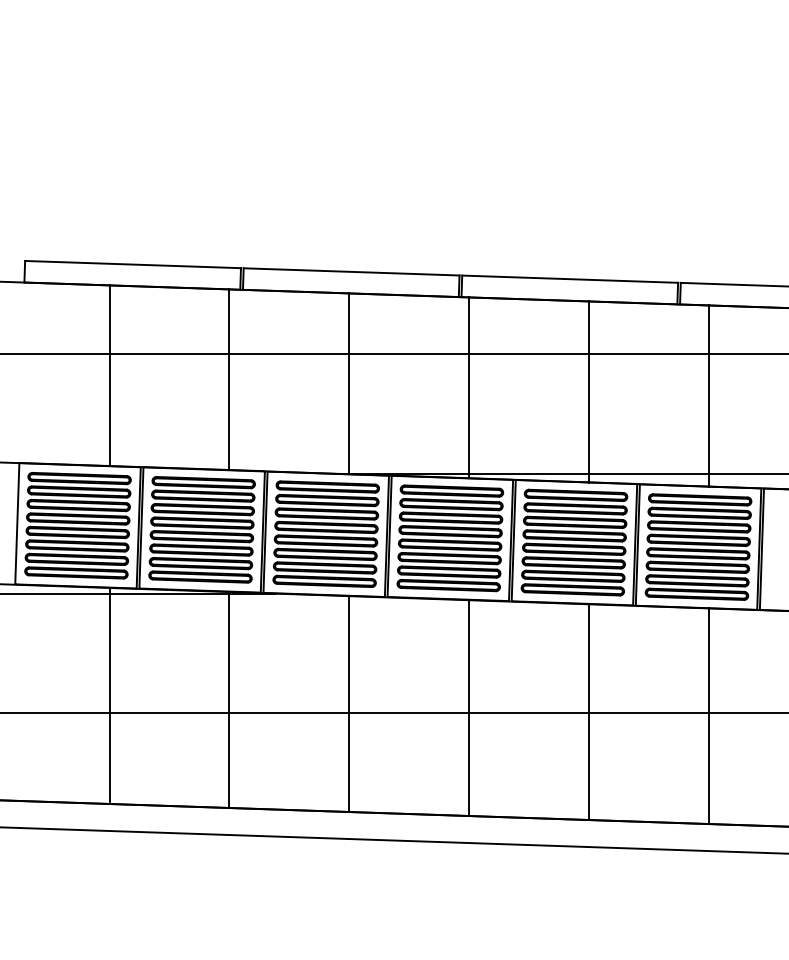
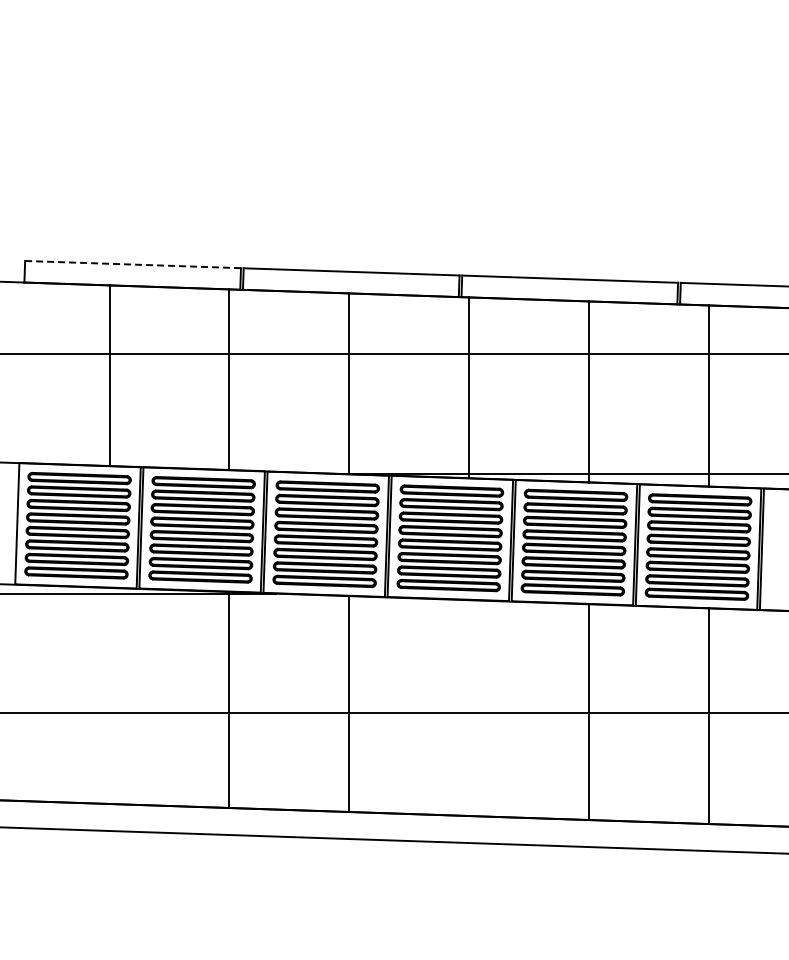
line at (133, 264): solid -> dashed
line at (109, 695): present -> none
line at (468, 708): present -> none
